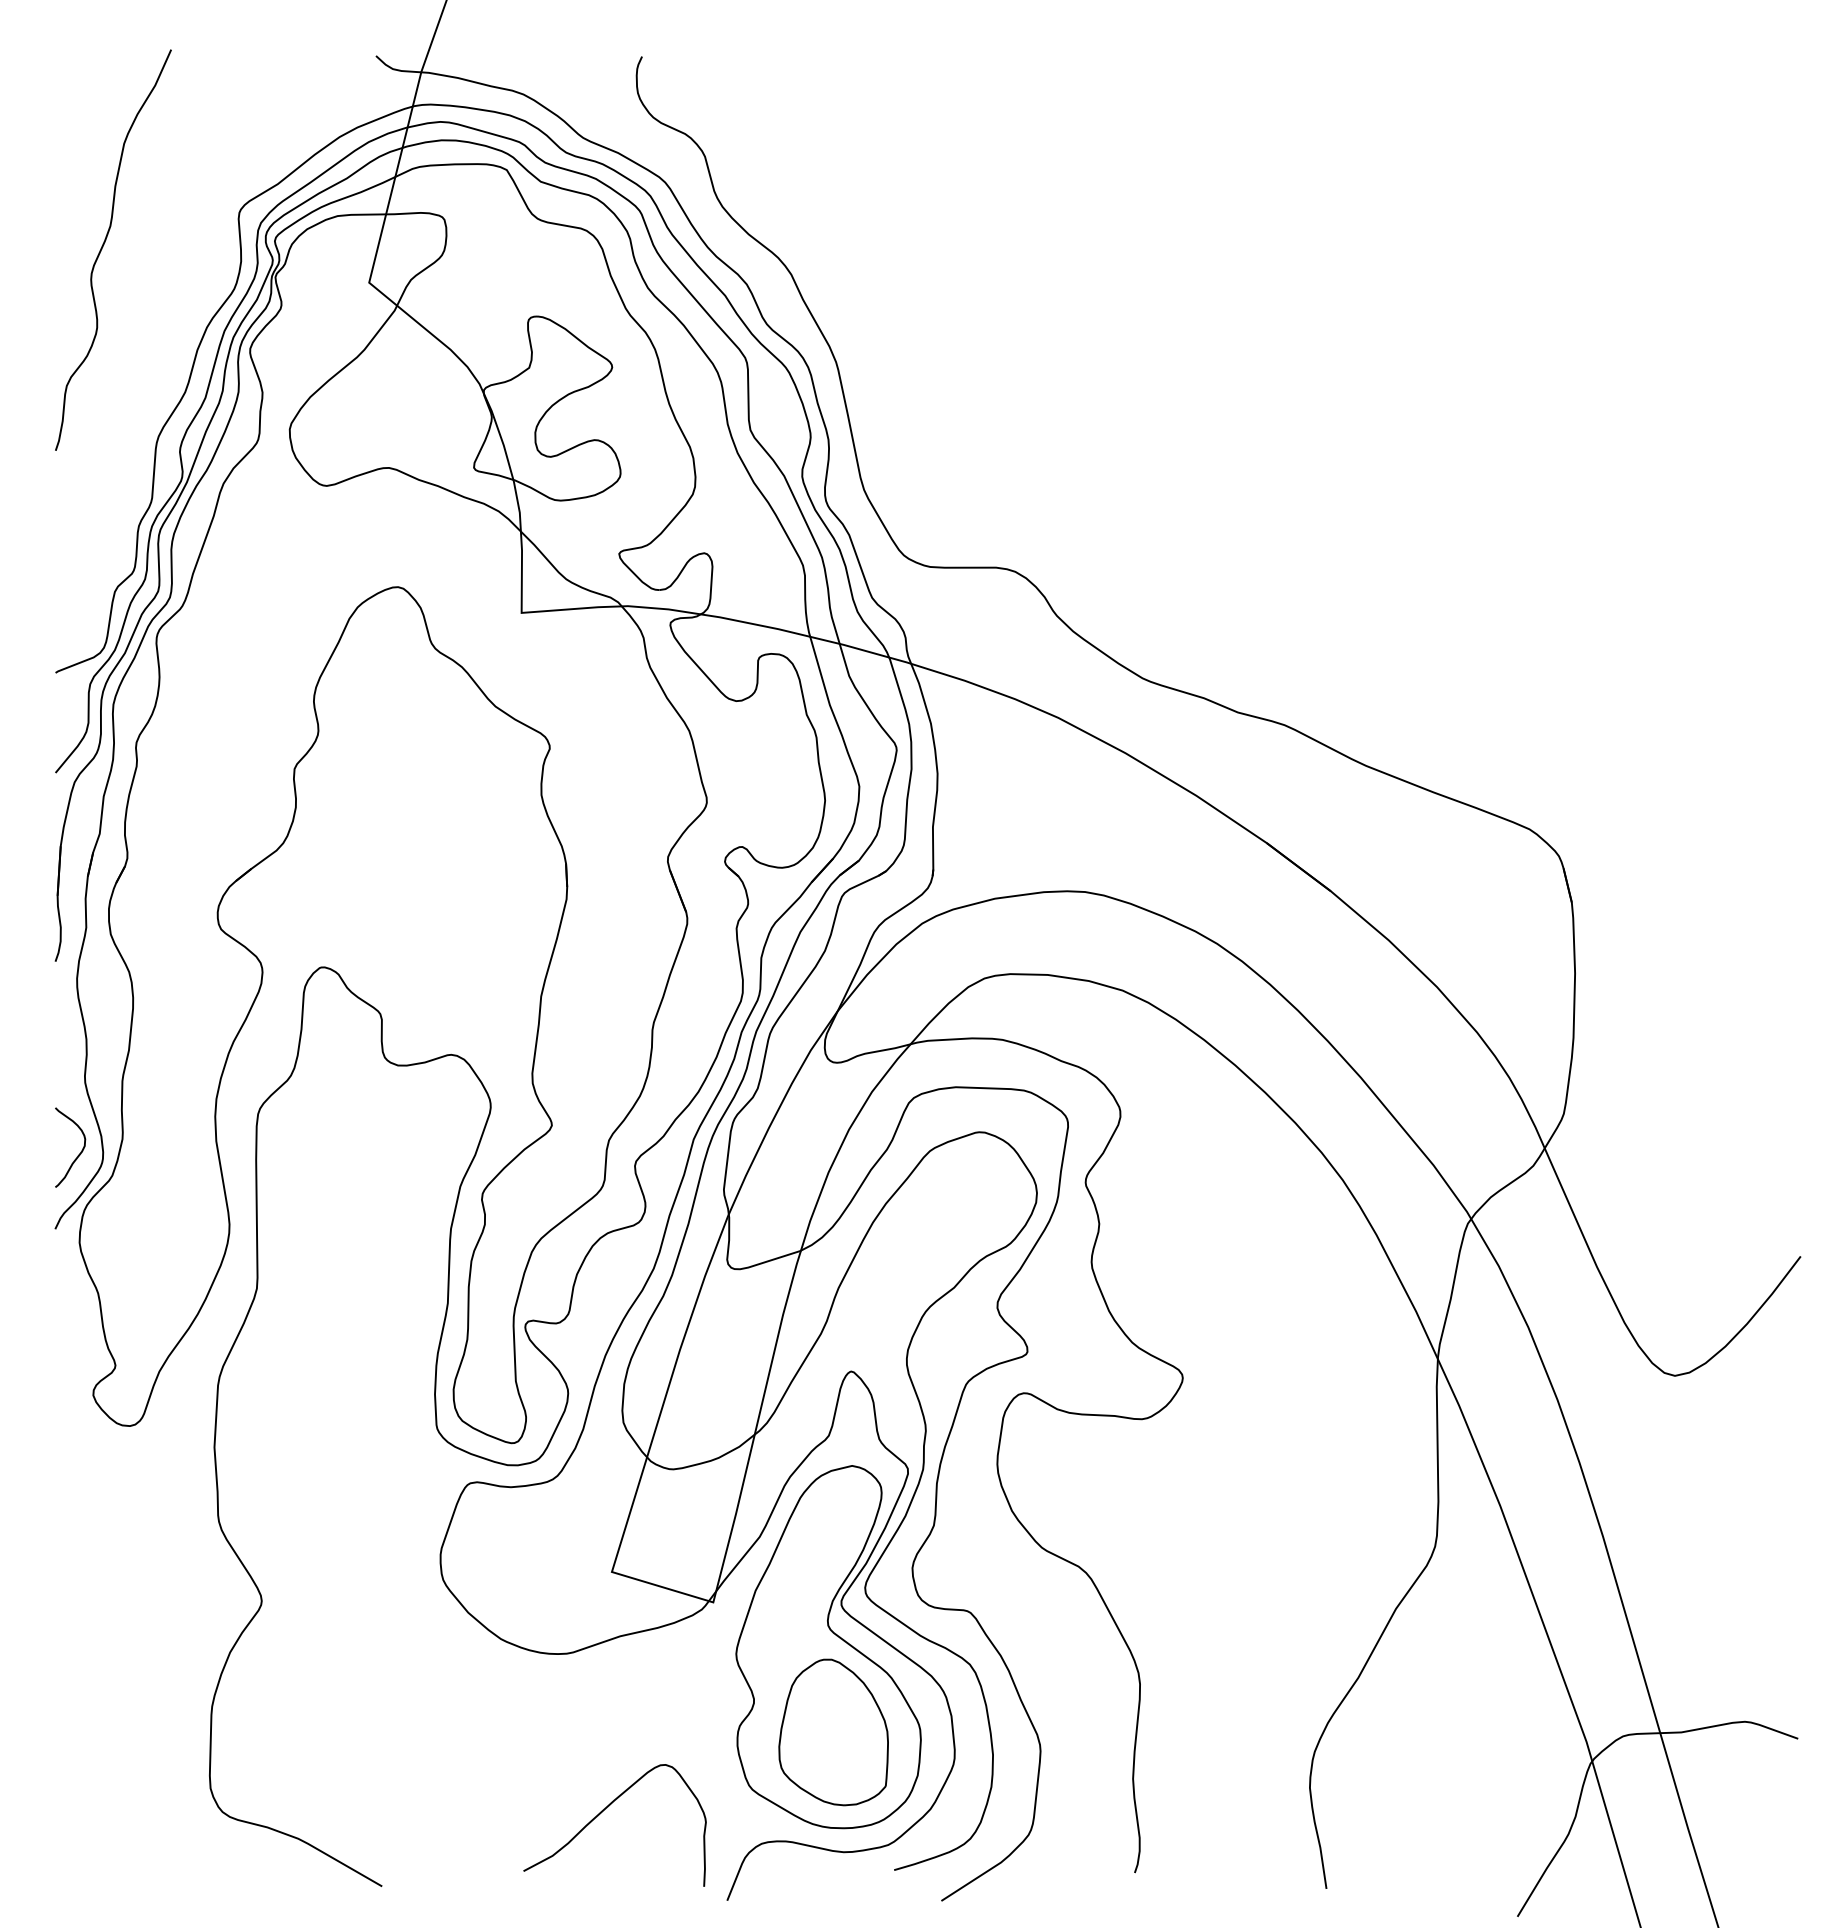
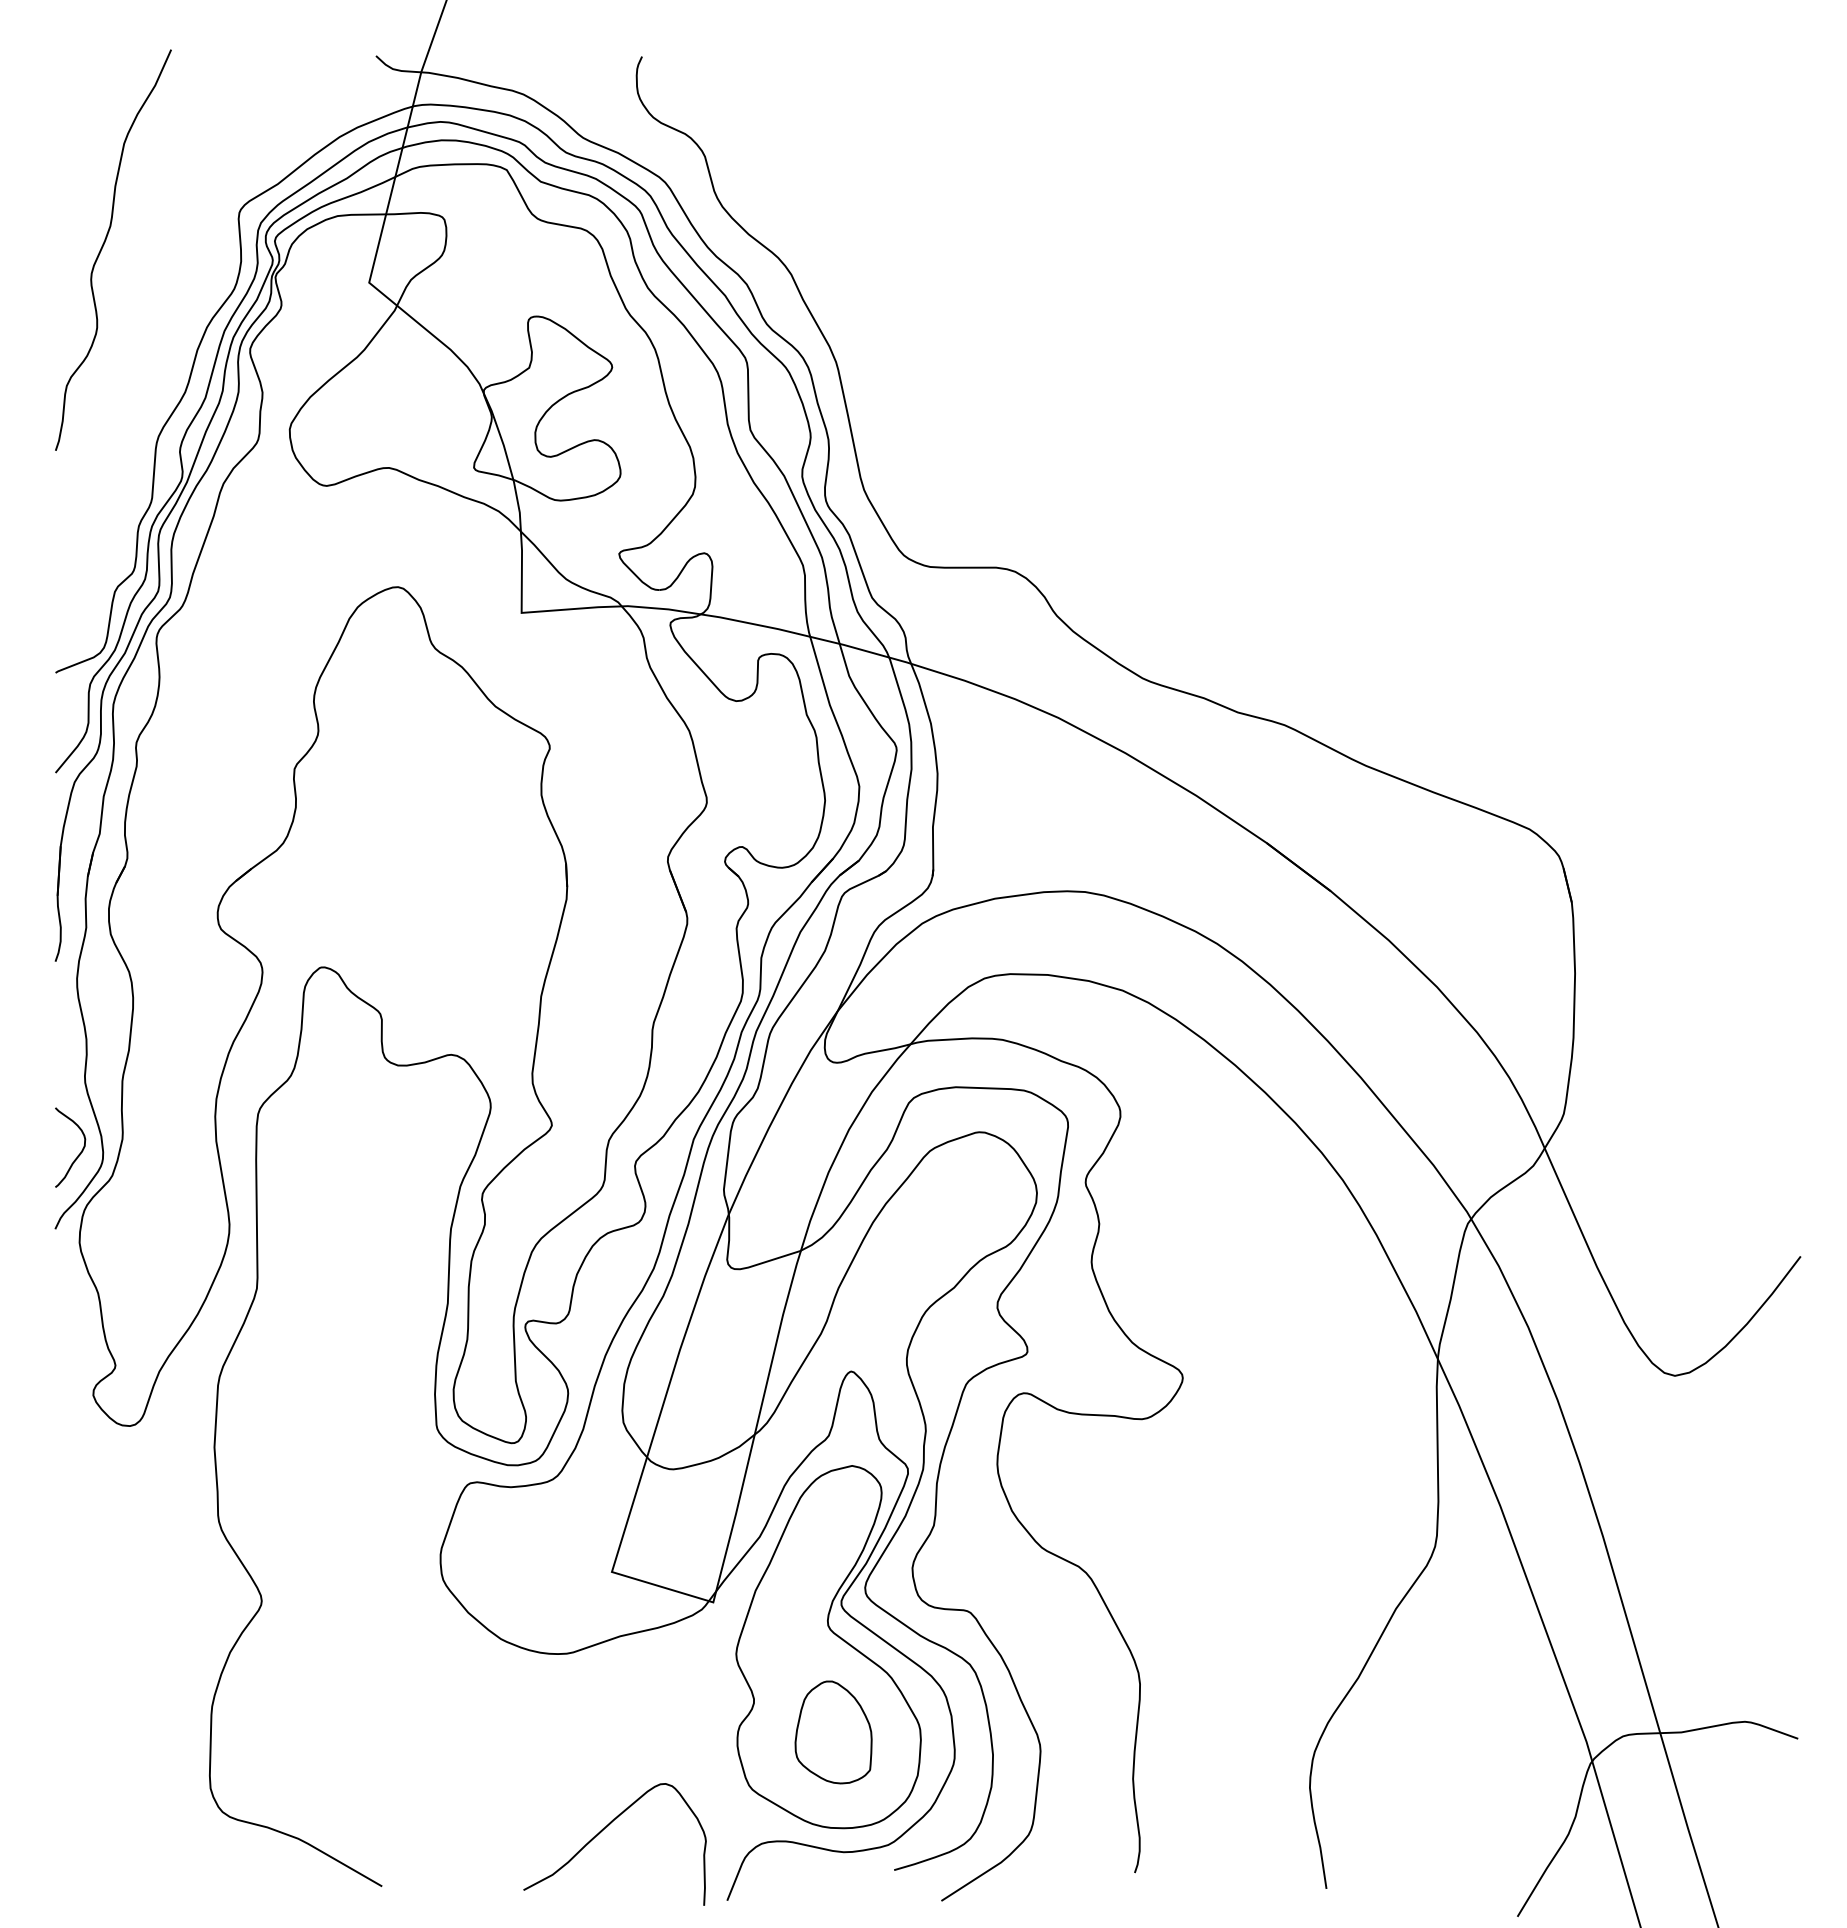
part at (833, 1732) size: 111x149 px -> 79x105 px
curve at (602, 1812) position: (602, 1812) -> (602, 1831)
